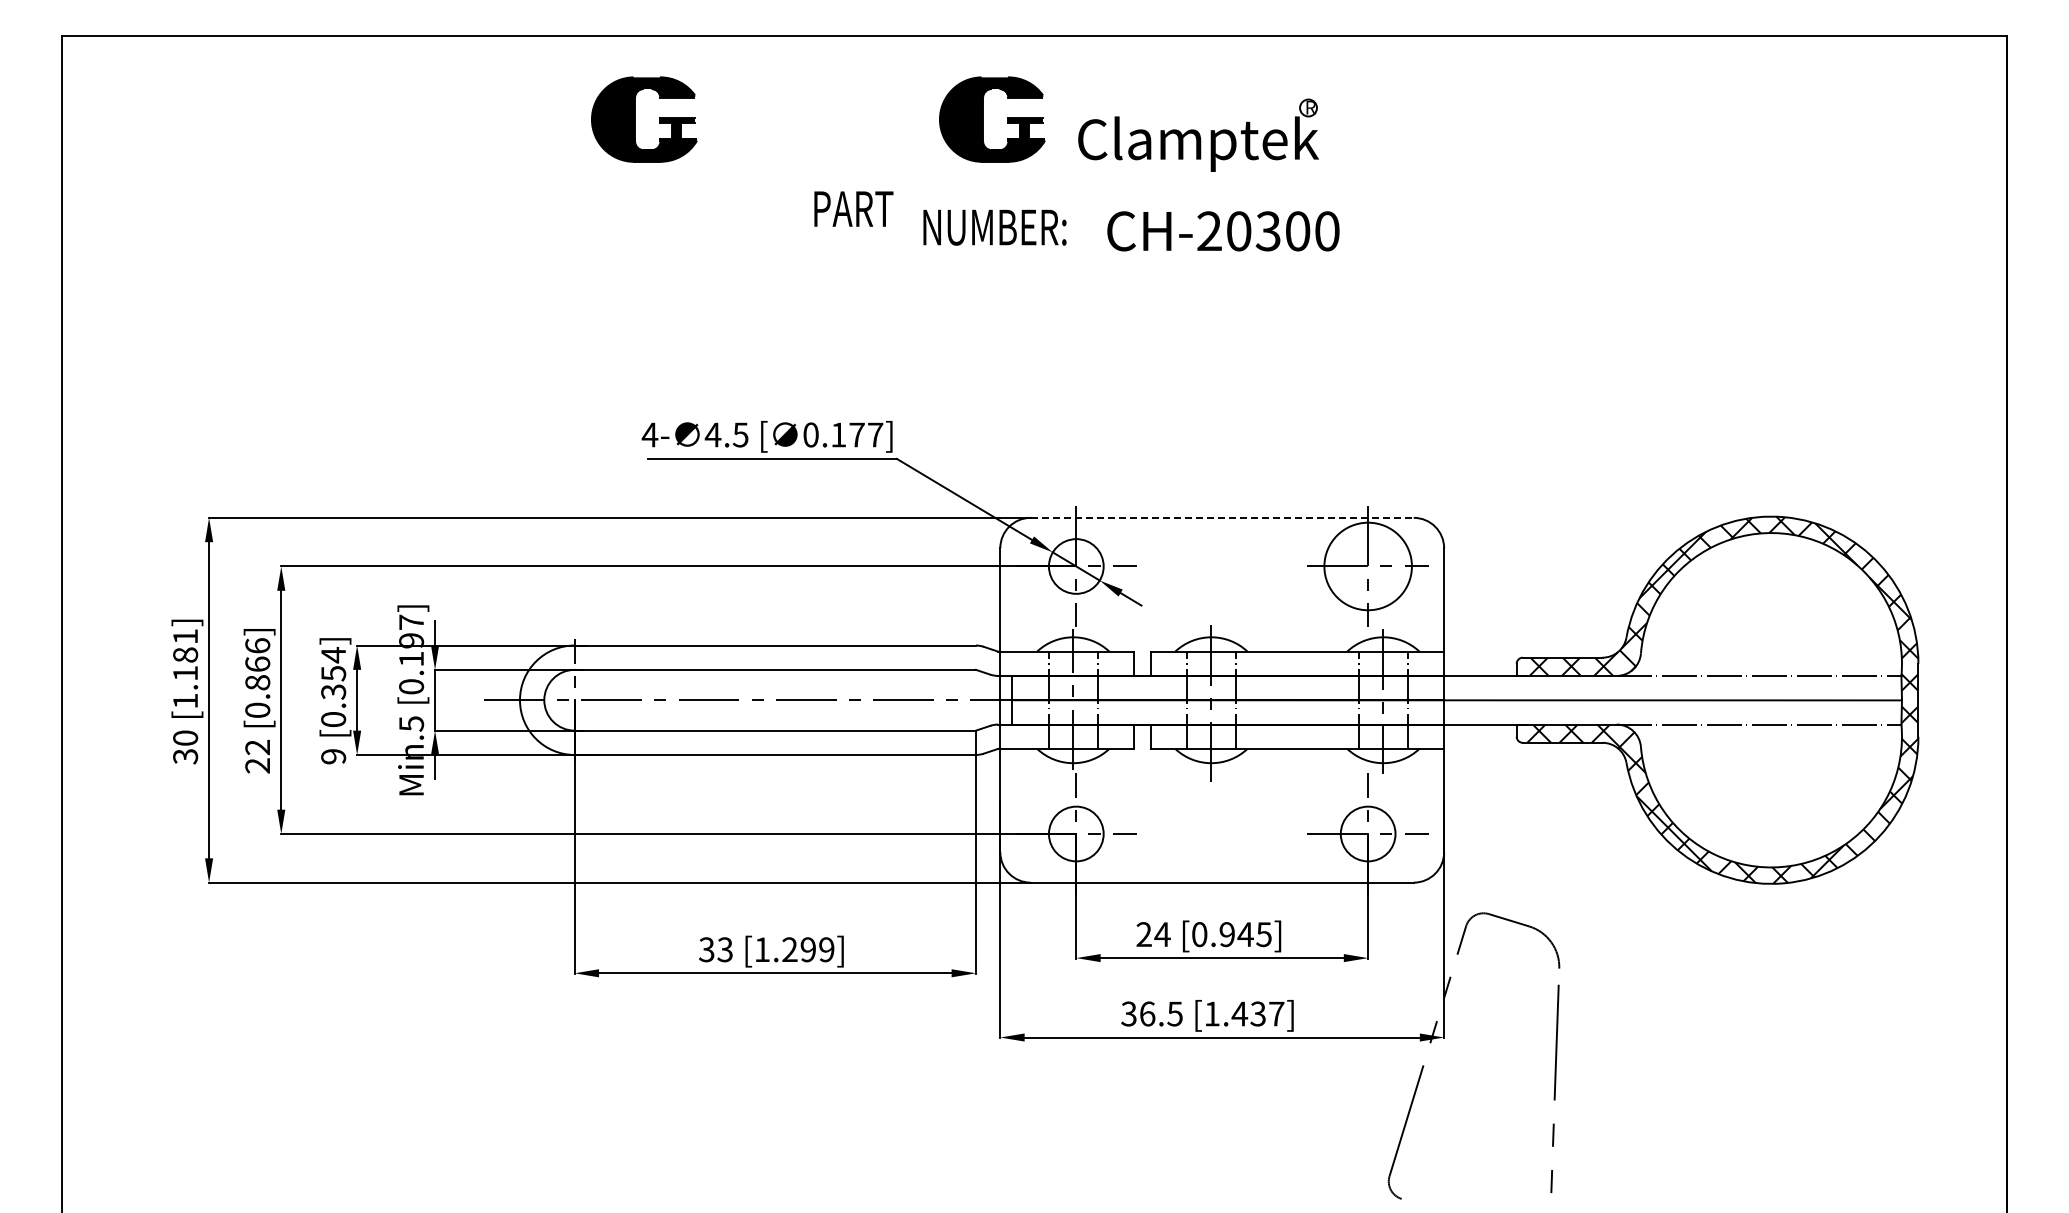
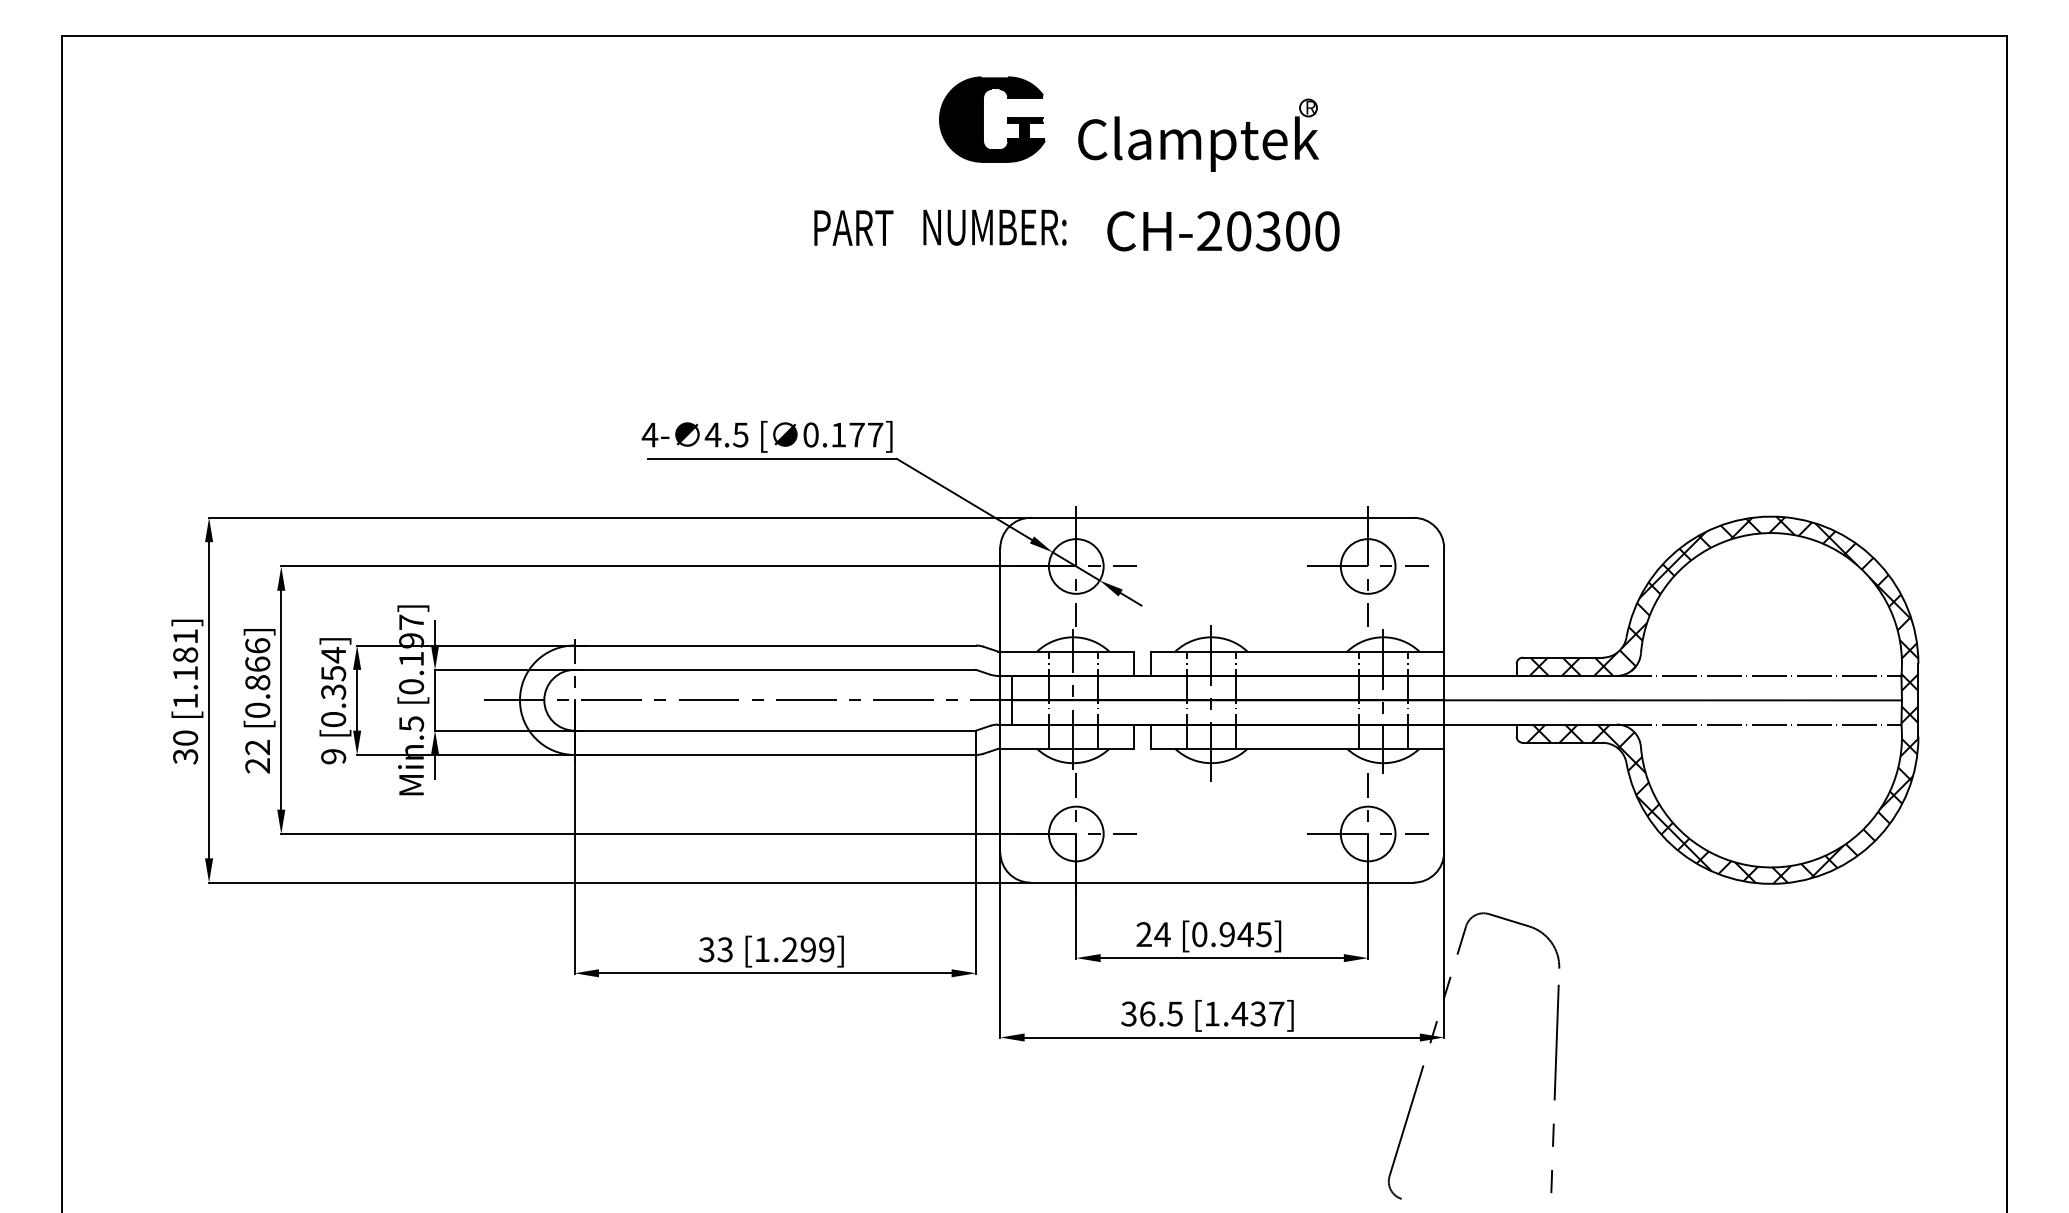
part at (635, 119): present -> none
text at (853, 208) position: (853, 208) -> (853, 227)
line at (1222, 517): dashed -> solid
circle at (1367, 566) diameter: 88 px -> 55 px
